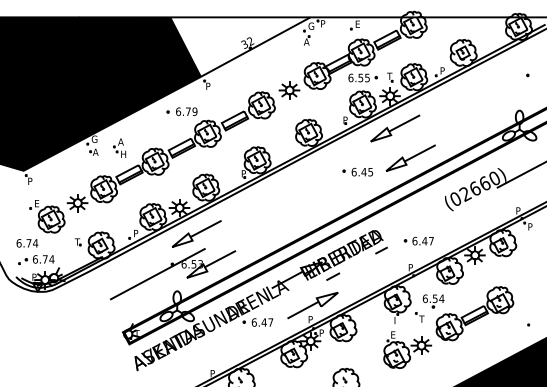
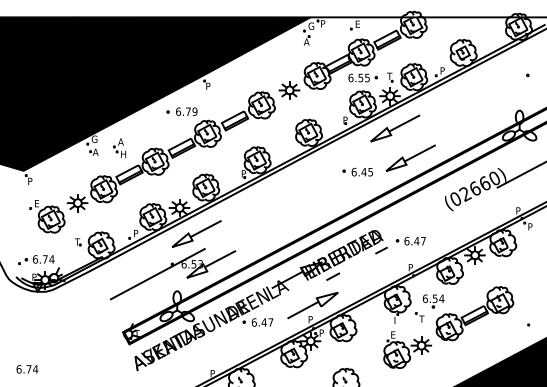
fill at (240, 46): none -> present
part at (418, 240) position: (418, 240) -> (410, 240)
text at (27, 243) position: (27, 243) -> (27, 369)
